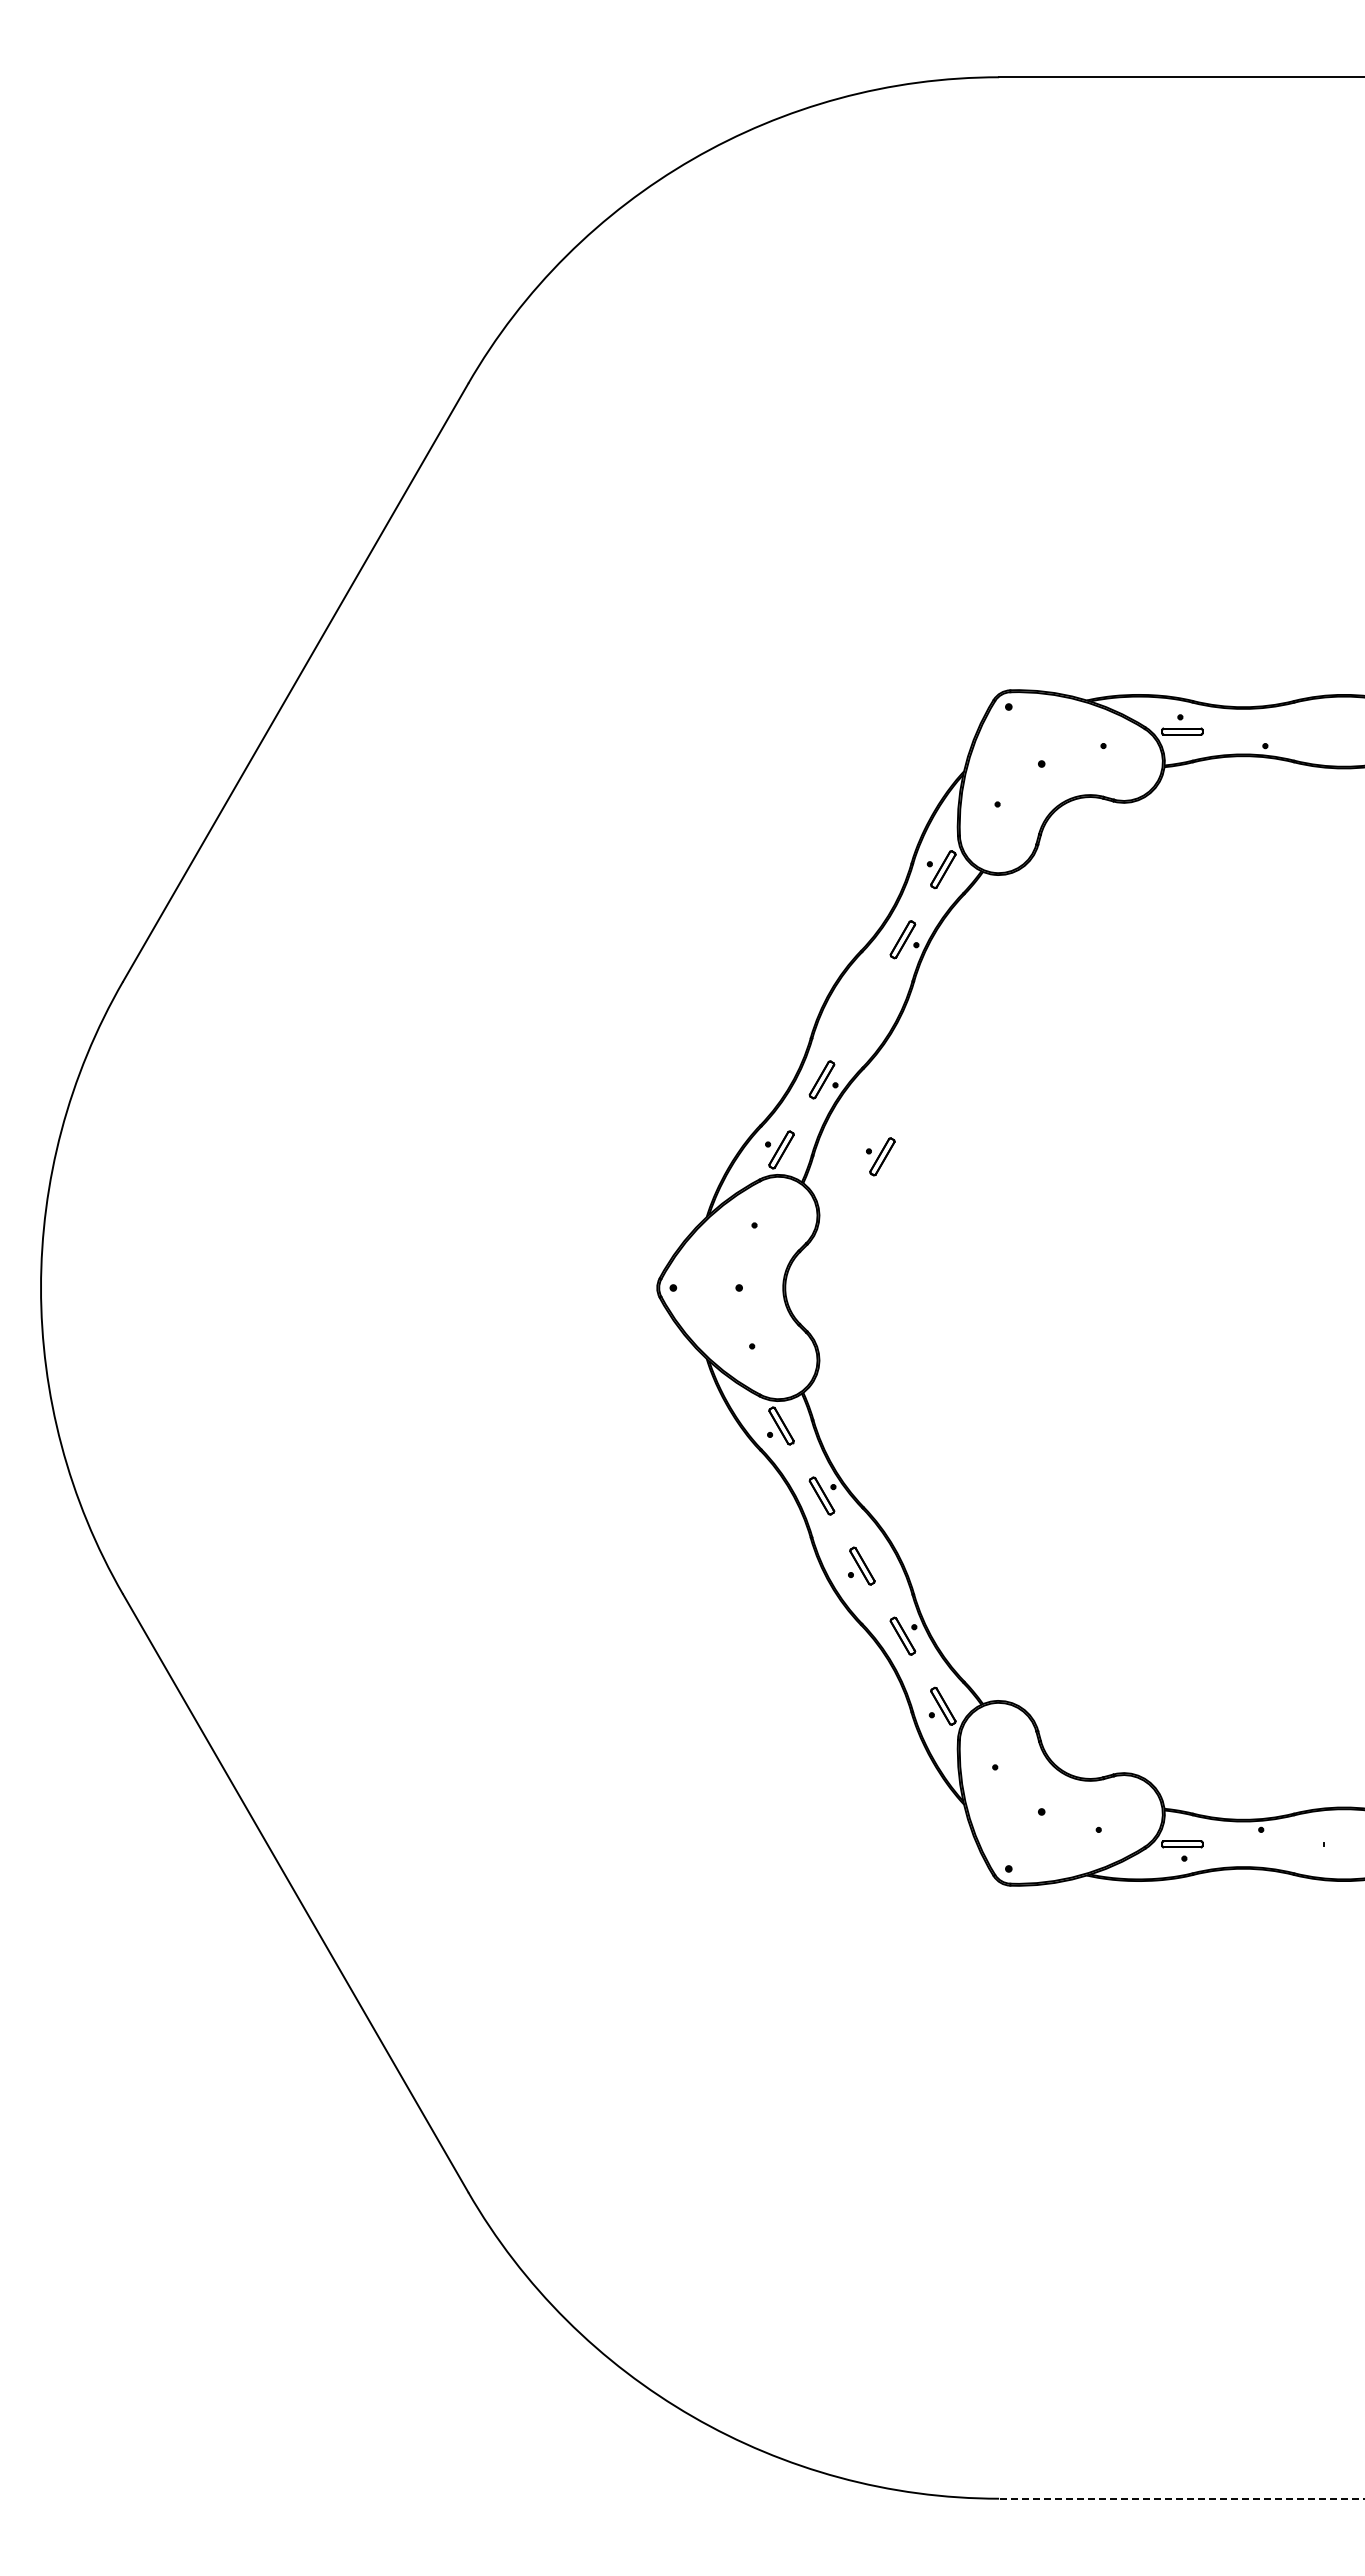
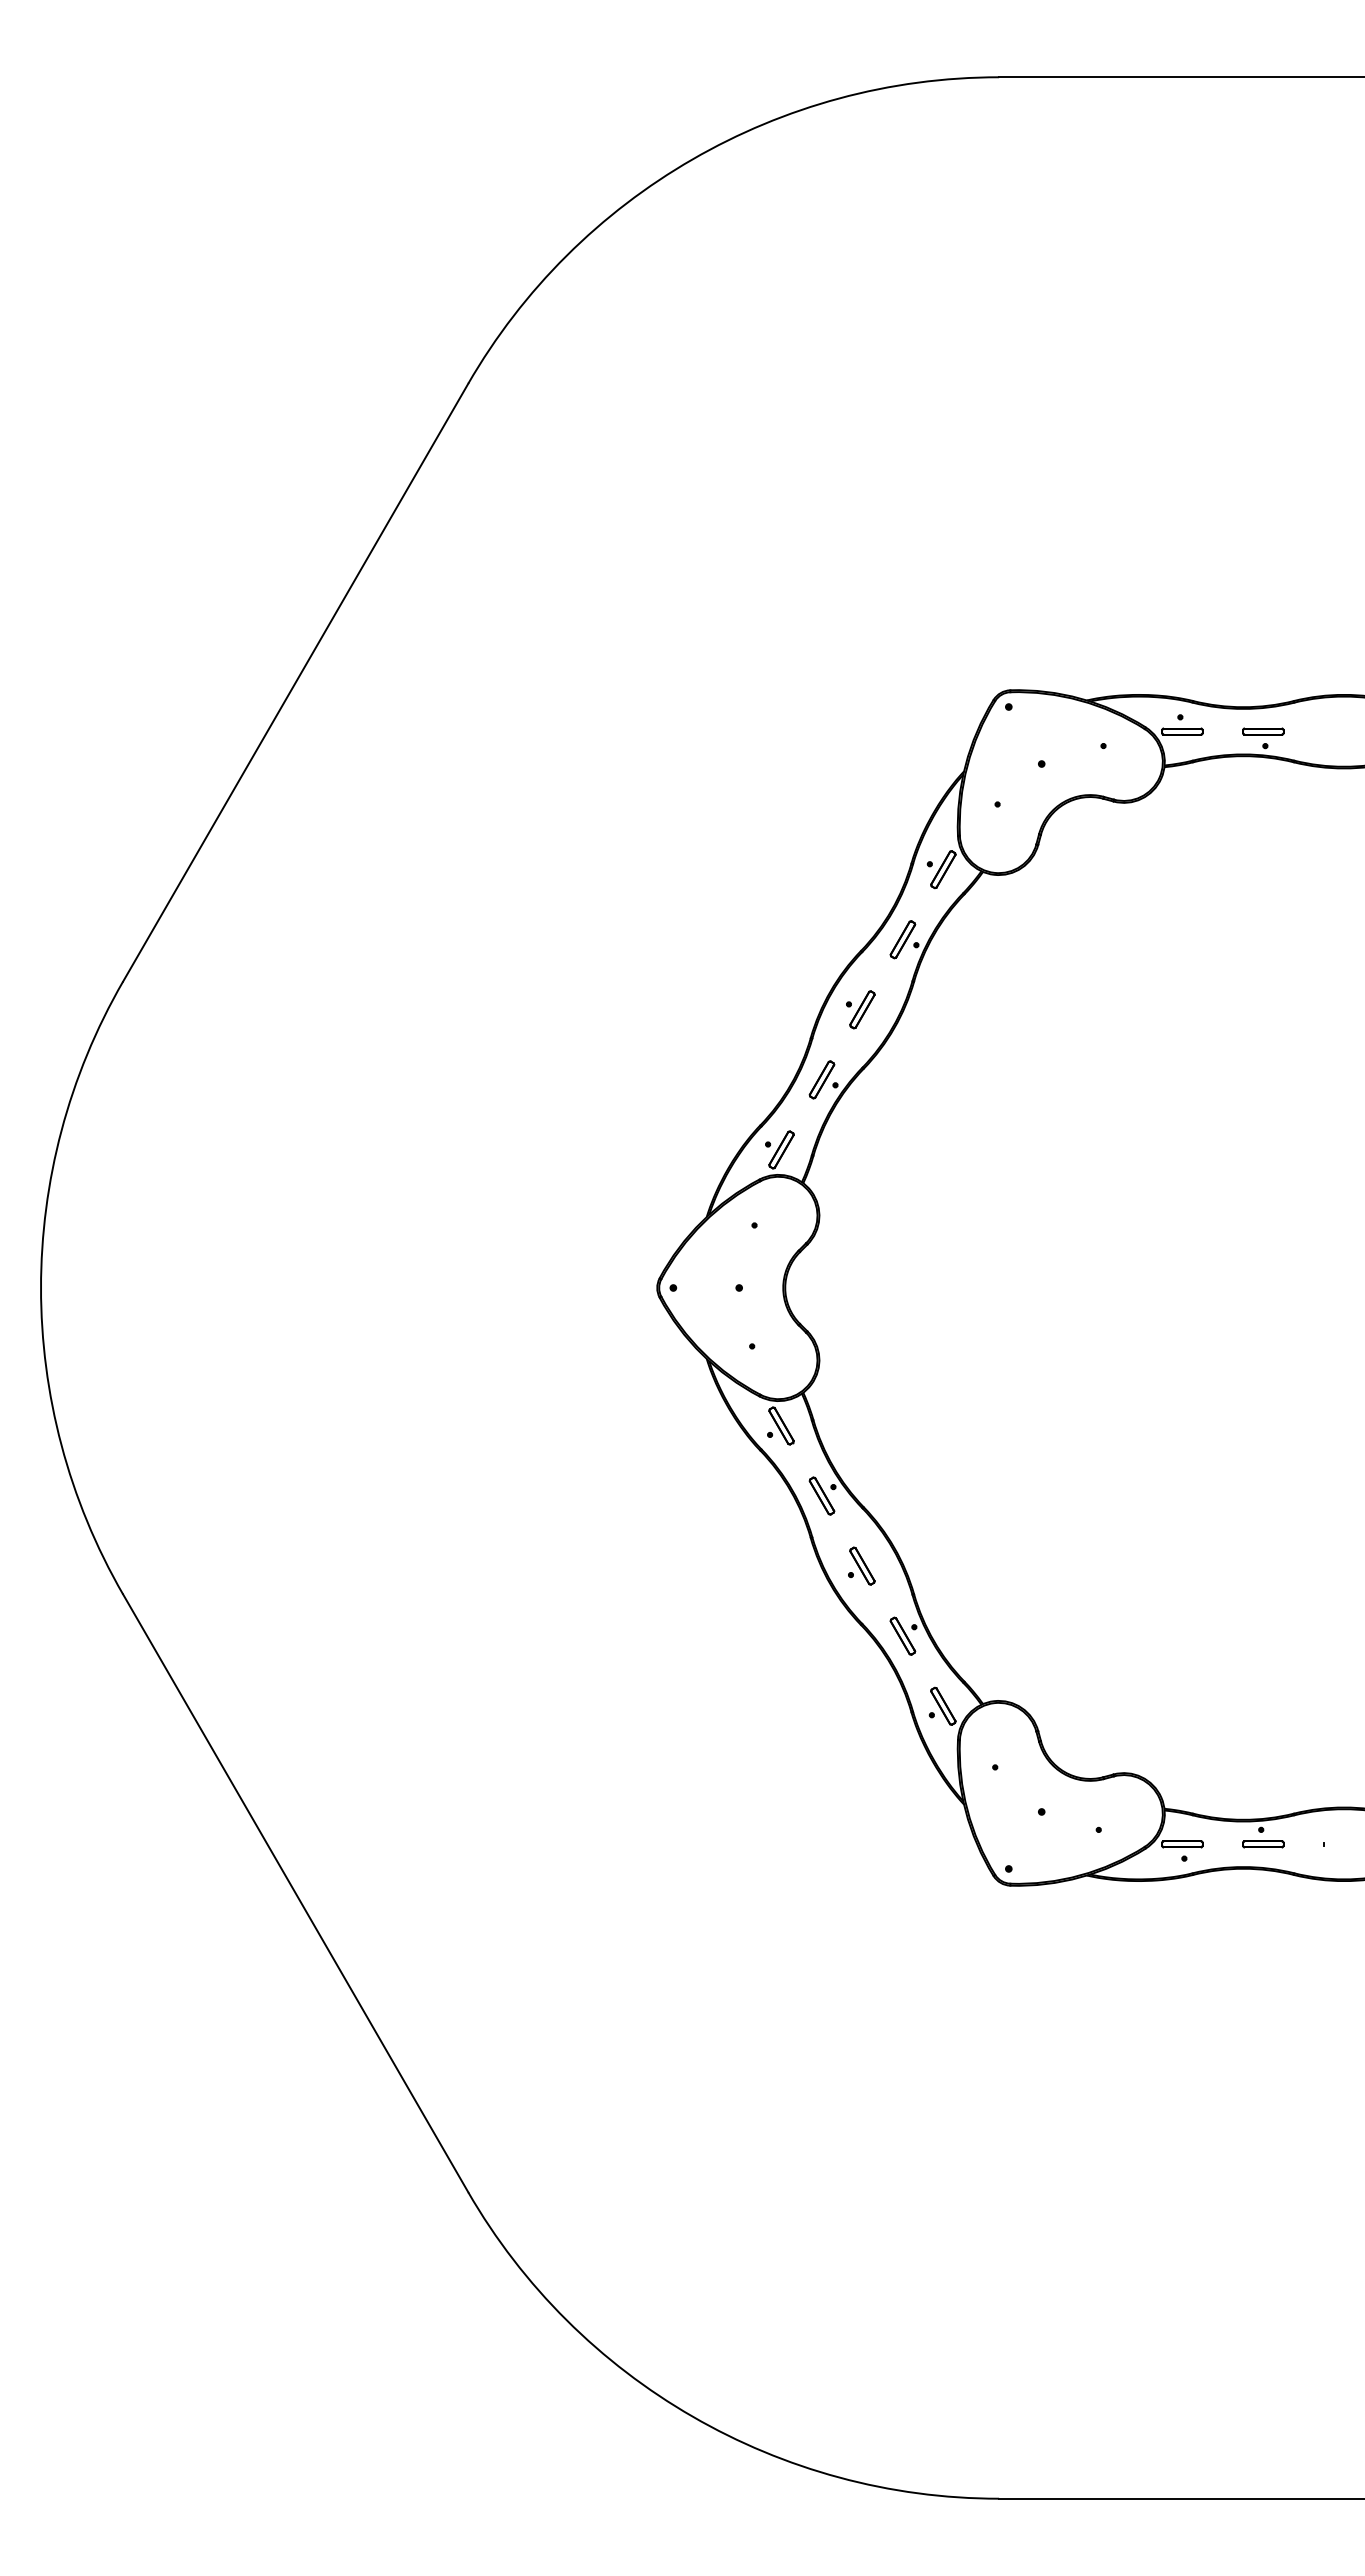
part at (1263, 731): none -> present
part at (880, 1156) position: (880, 1156) -> (860, 1009)
part at (1263, 1844): none -> present
line at (1181, 2498): dashed -> solid
